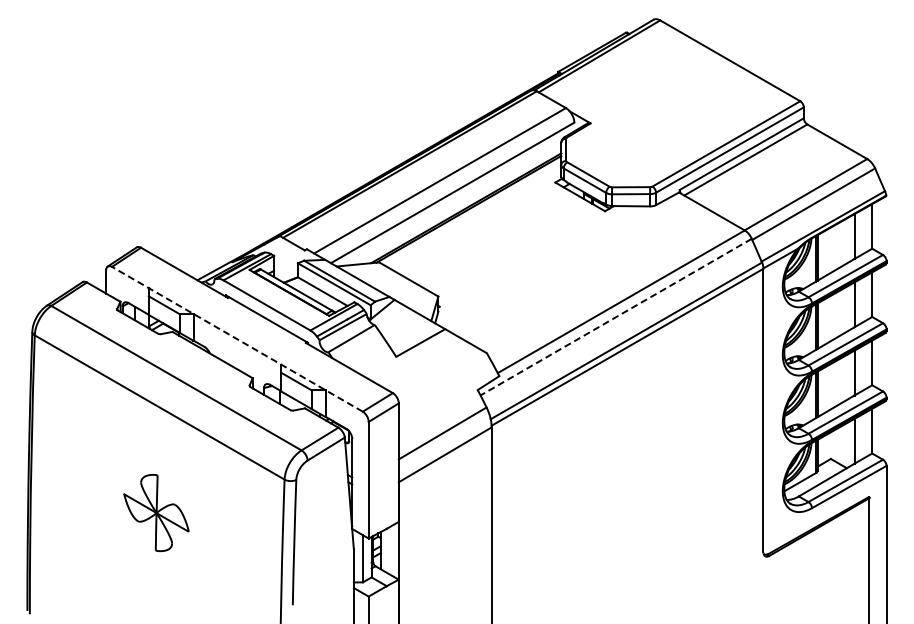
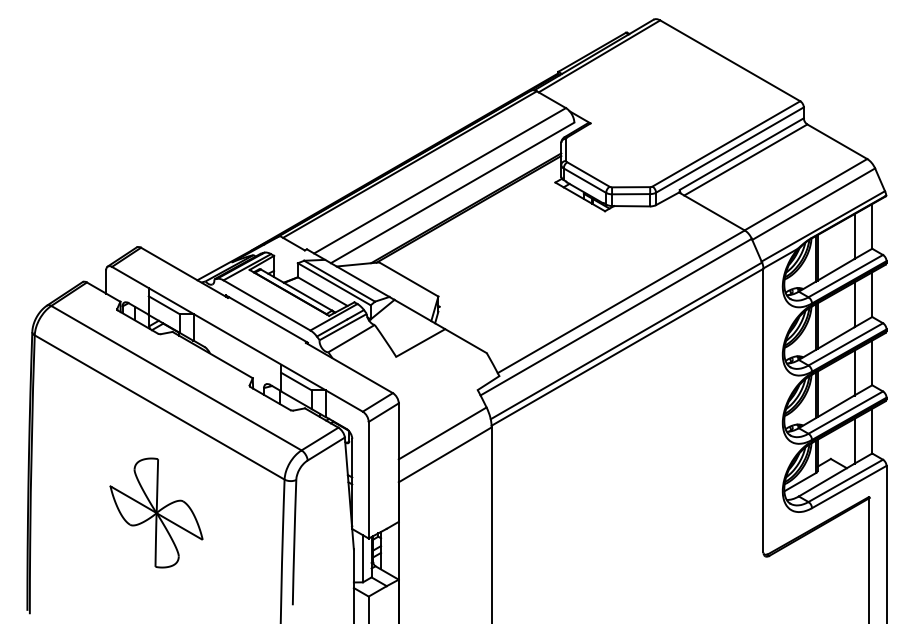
line at (616, 317): dashed -> solid
line at (237, 339): dashed -> solid
part at (156, 513) size: 67x79 px -> 95x112 px
